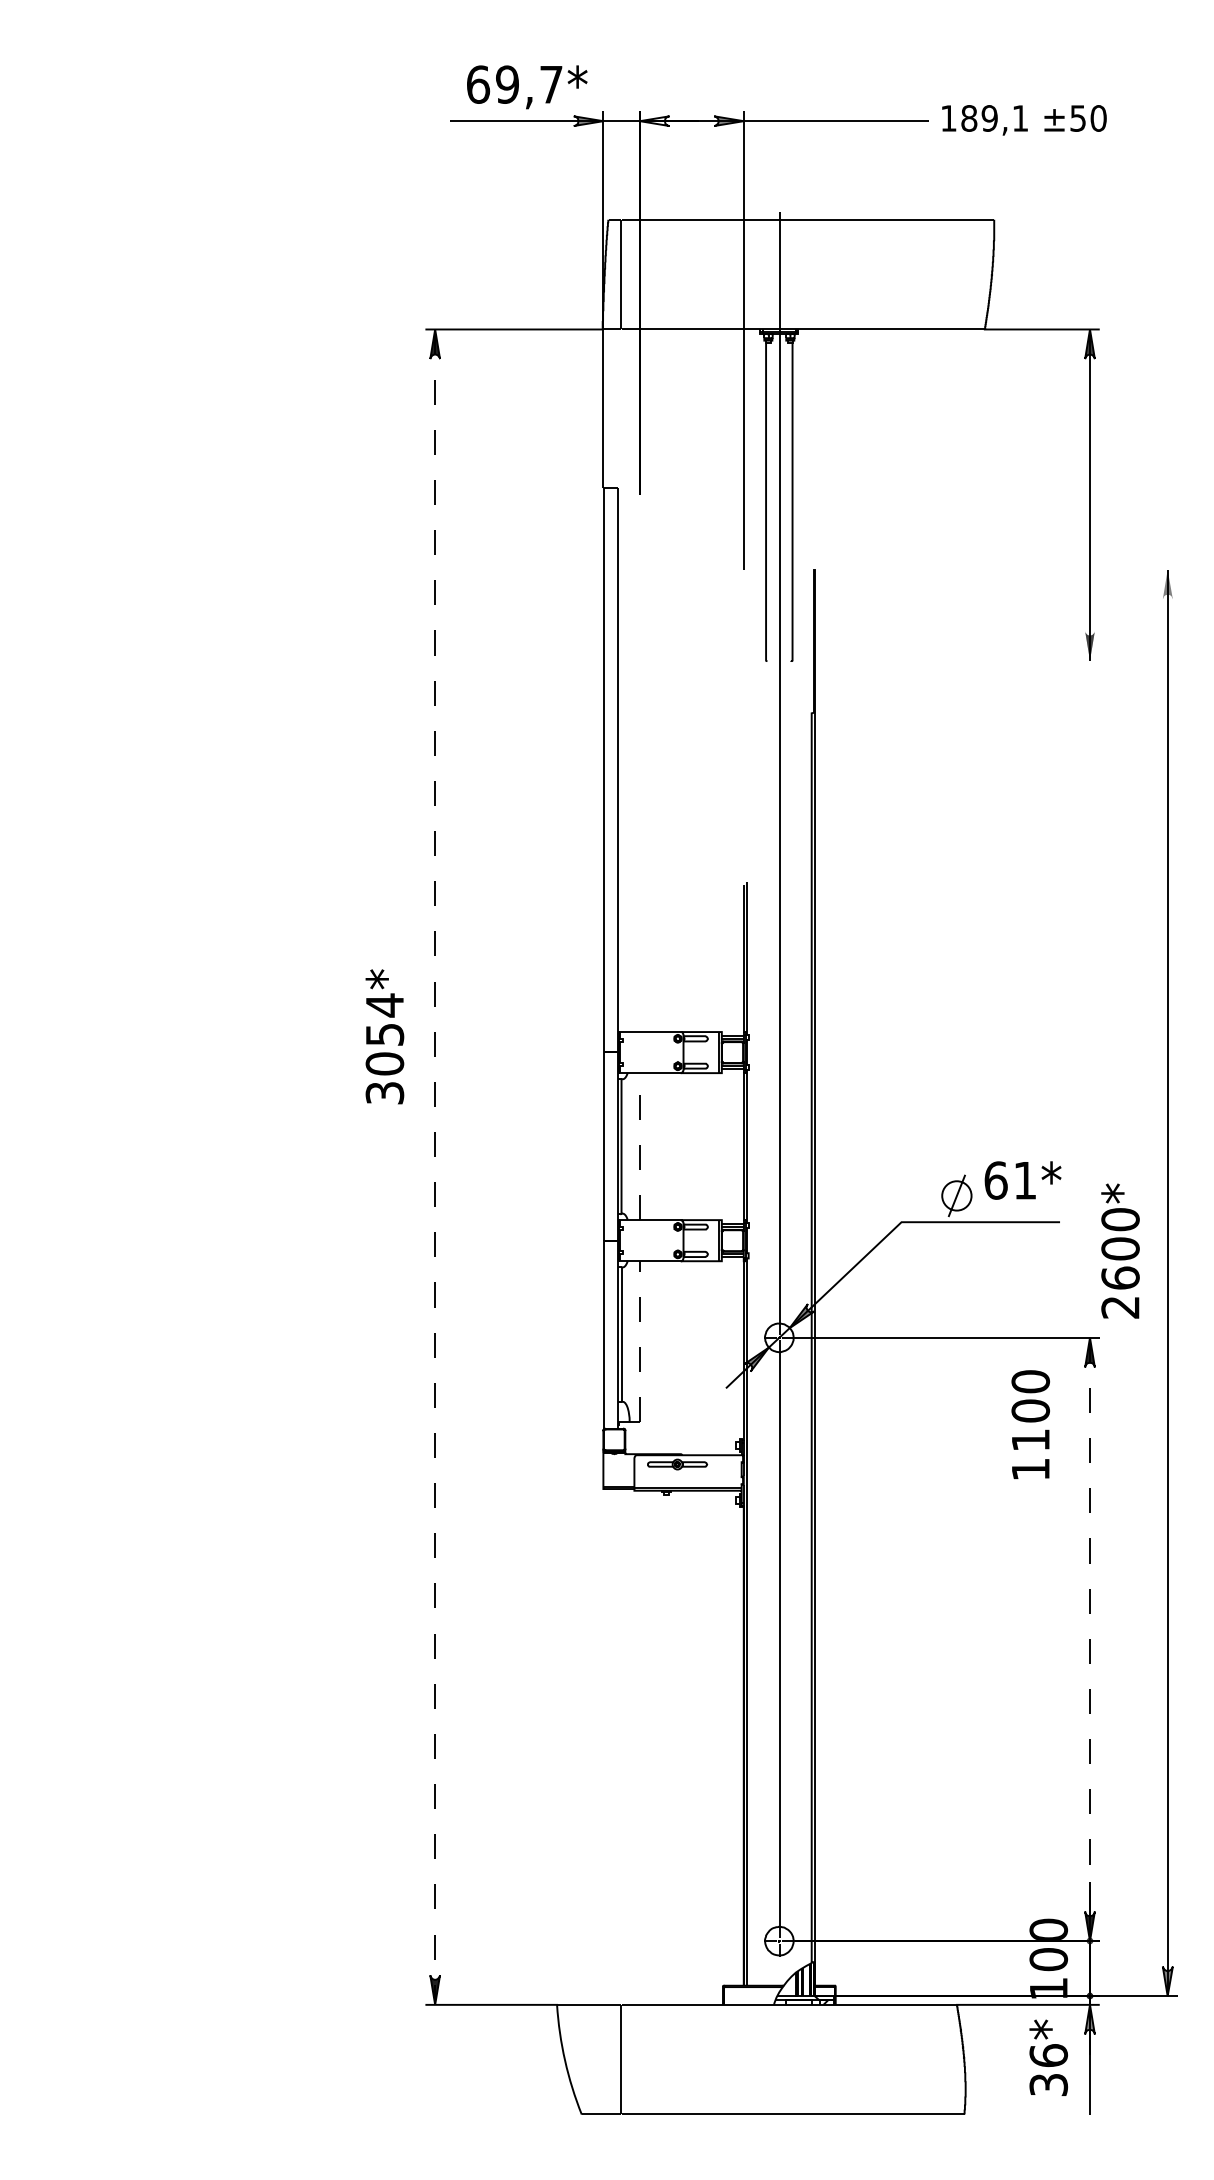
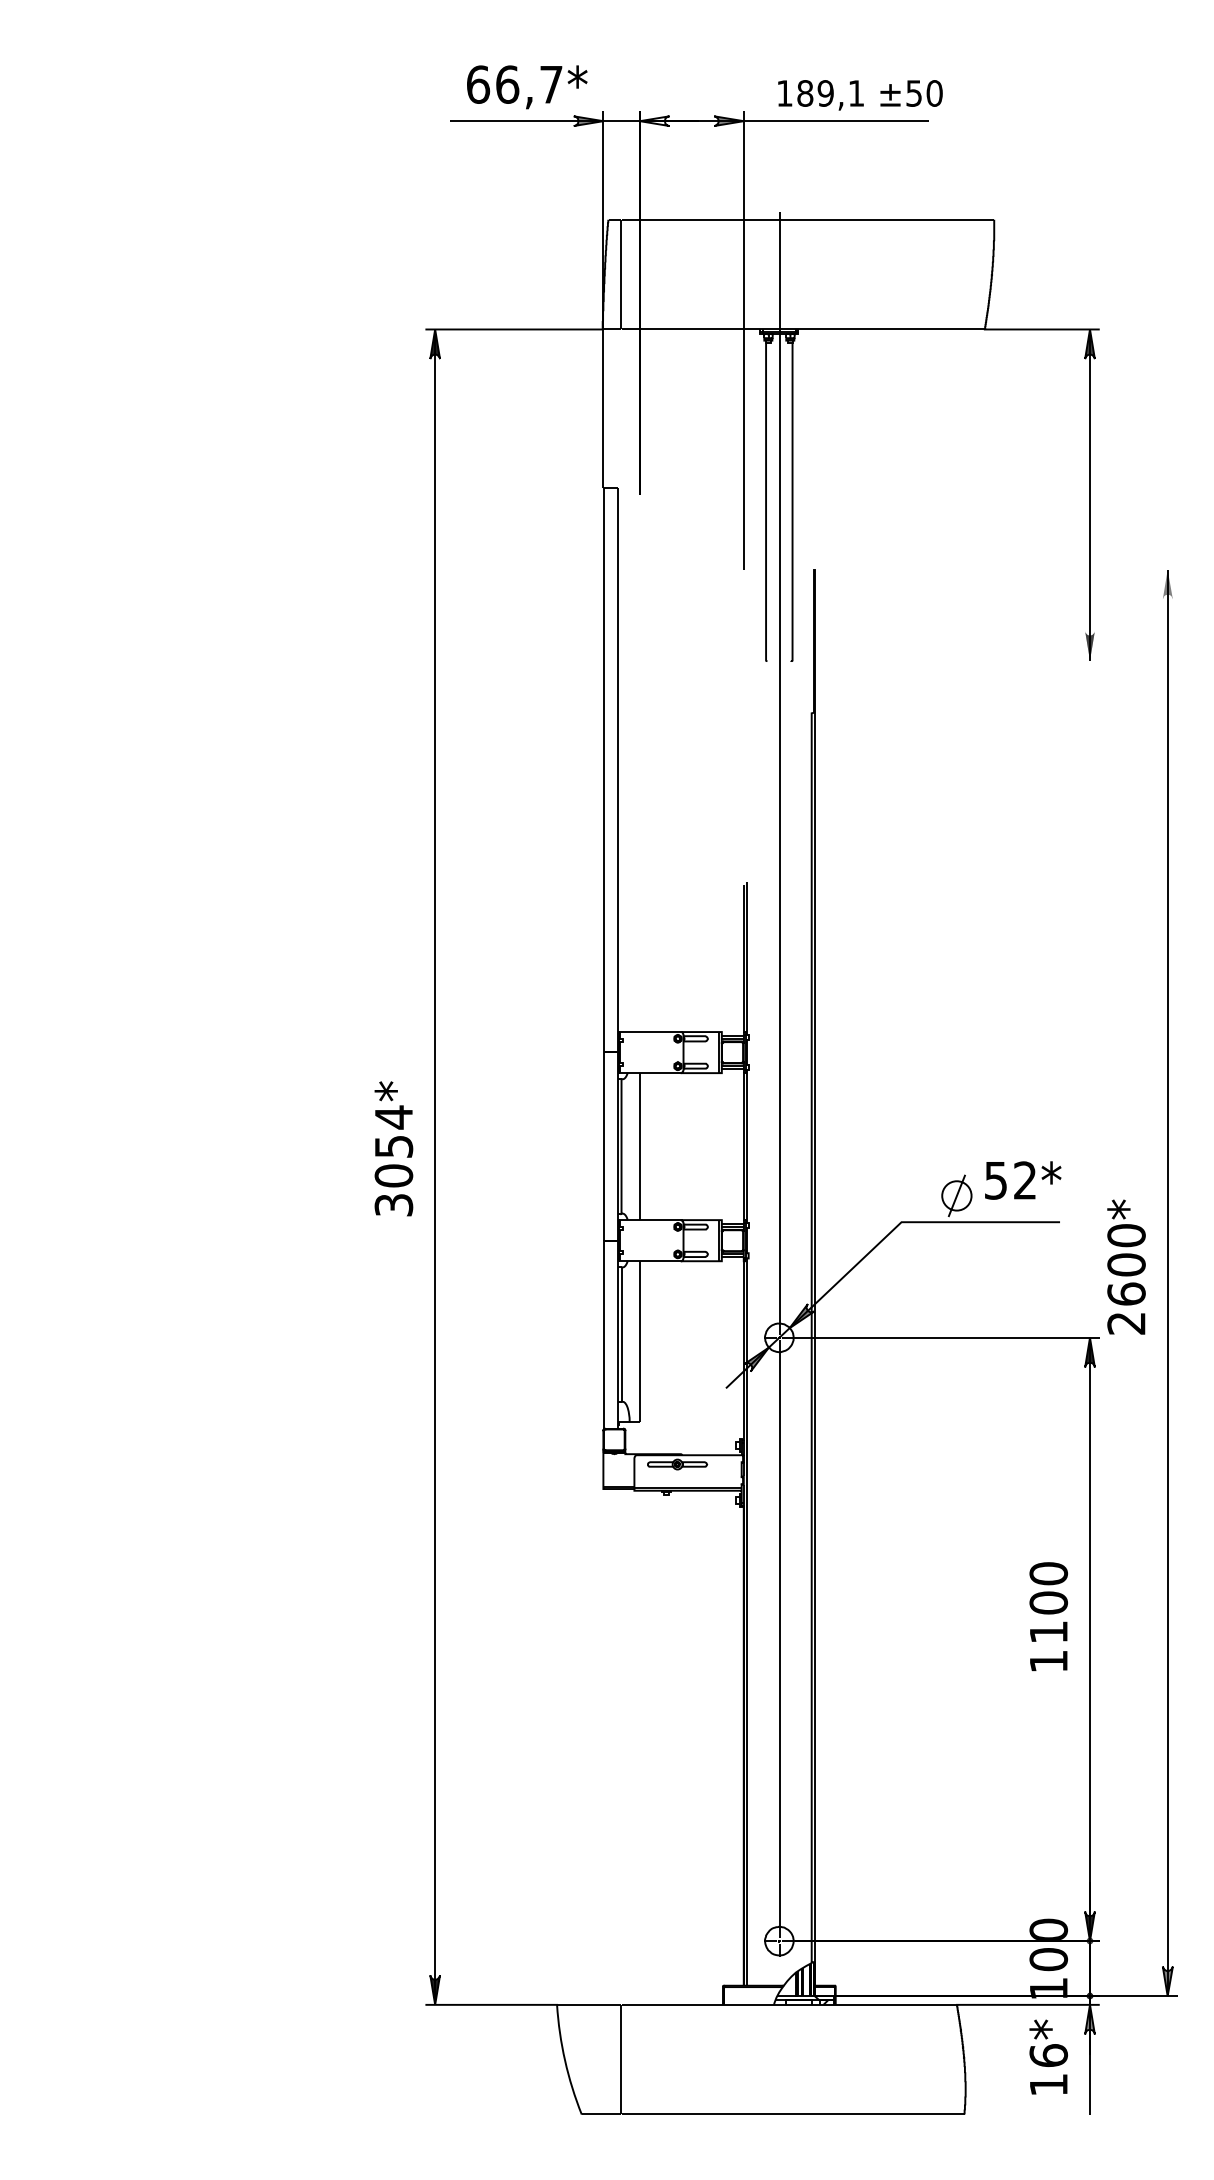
text at (507, 84): 69,7* -> 66,7*
text at (1024, 120) position: (1024, 120) -> (860, 95)
text at (384, 1036) position: (384, 1036) -> (393, 1148)
line at (640, 1146): dashed -> solid
line at (435, 1167): dashed -> solid
text at (1009, 1180): 61* -> 52*
text at (1120, 1250) position: (1120, 1250) -> (1126, 1266)
line at (640, 1341): dashed -> solid
text at (1030, 1424) position: (1030, 1424) -> (1048, 1616)
line at (1089, 1639): dashed -> solid
text at (1048, 2084): 36* -> 16*
